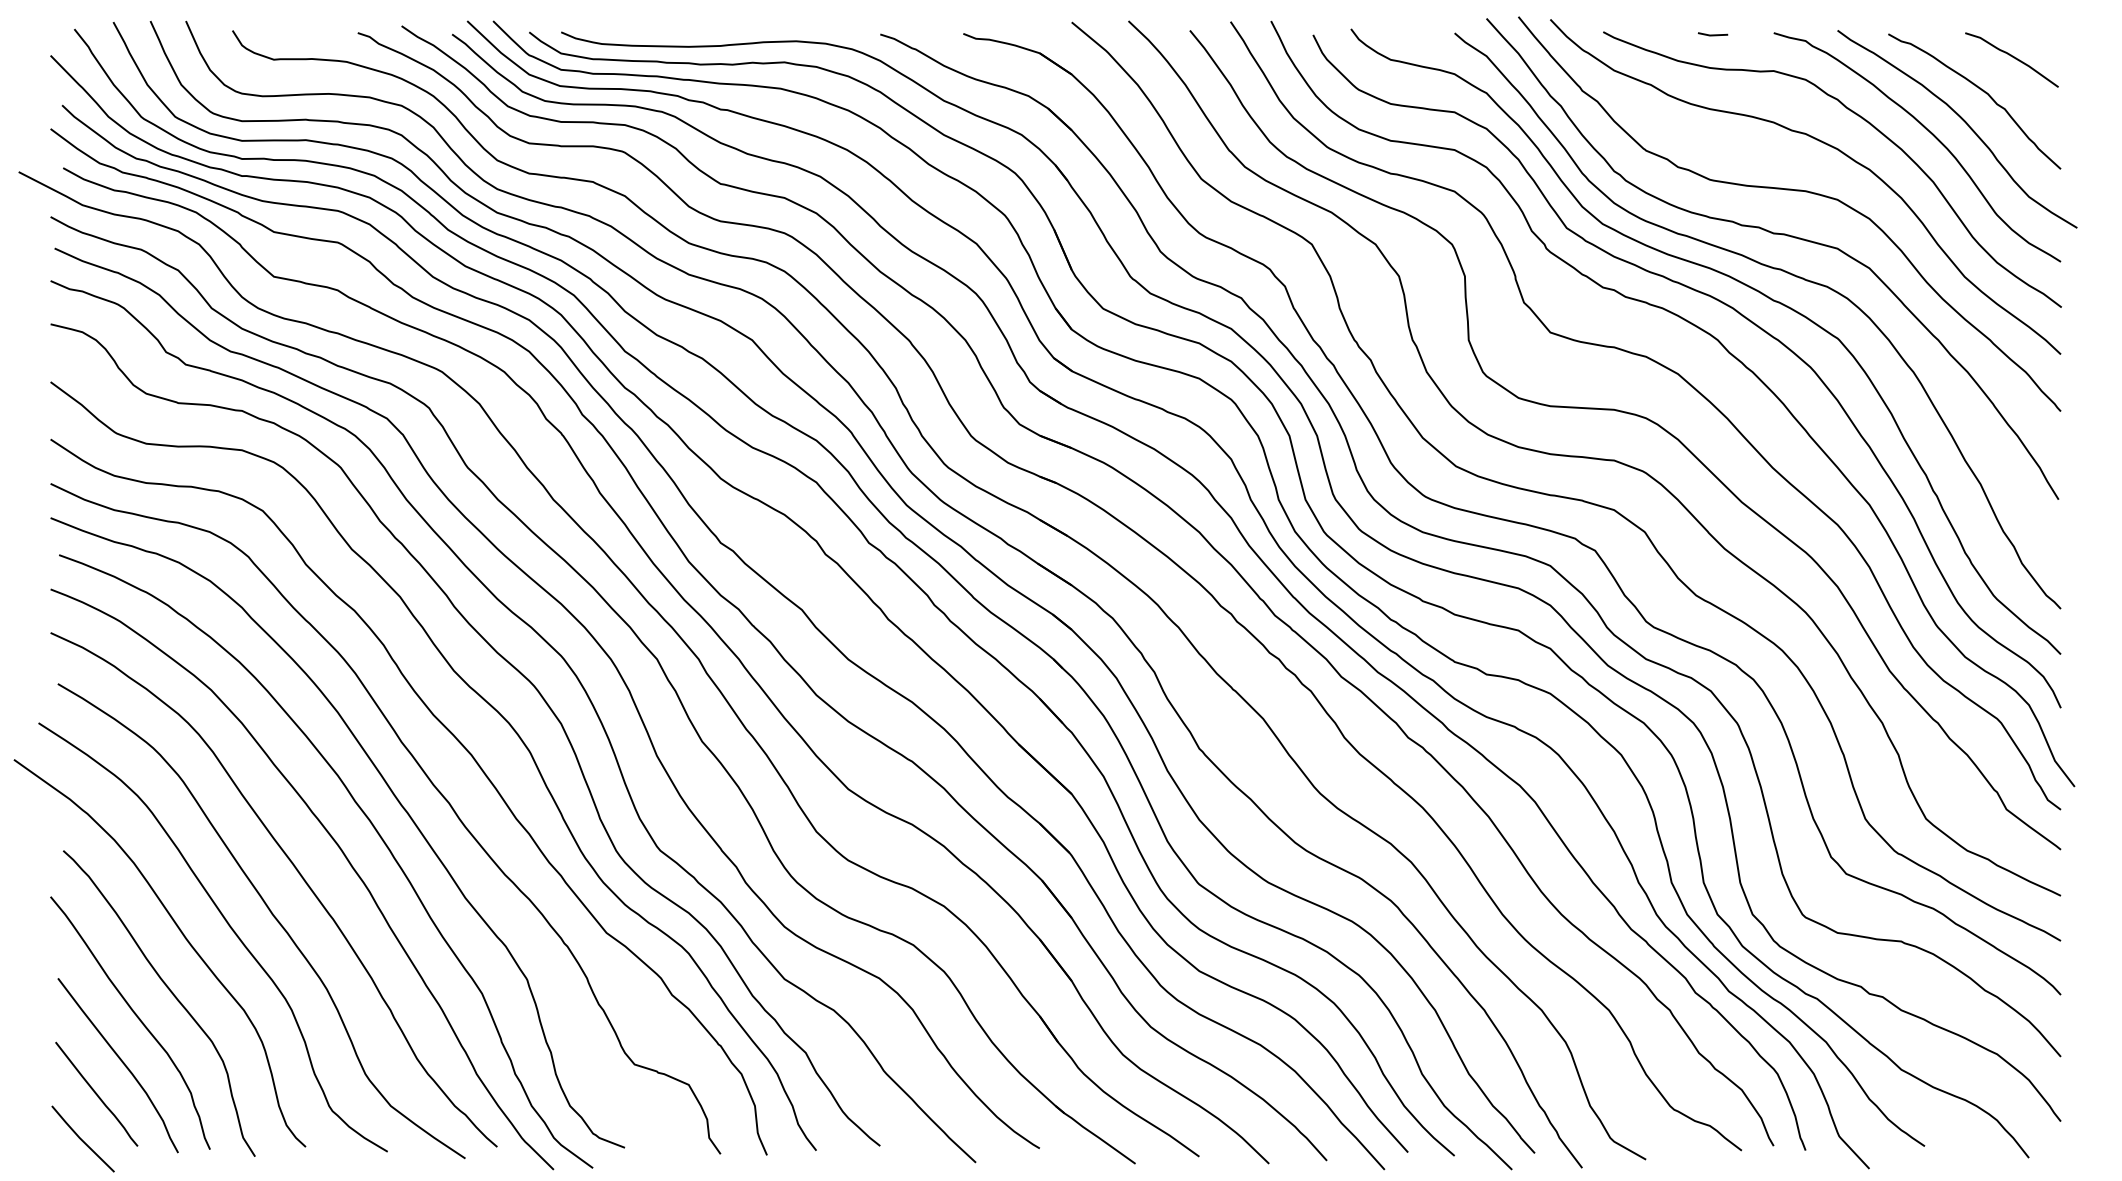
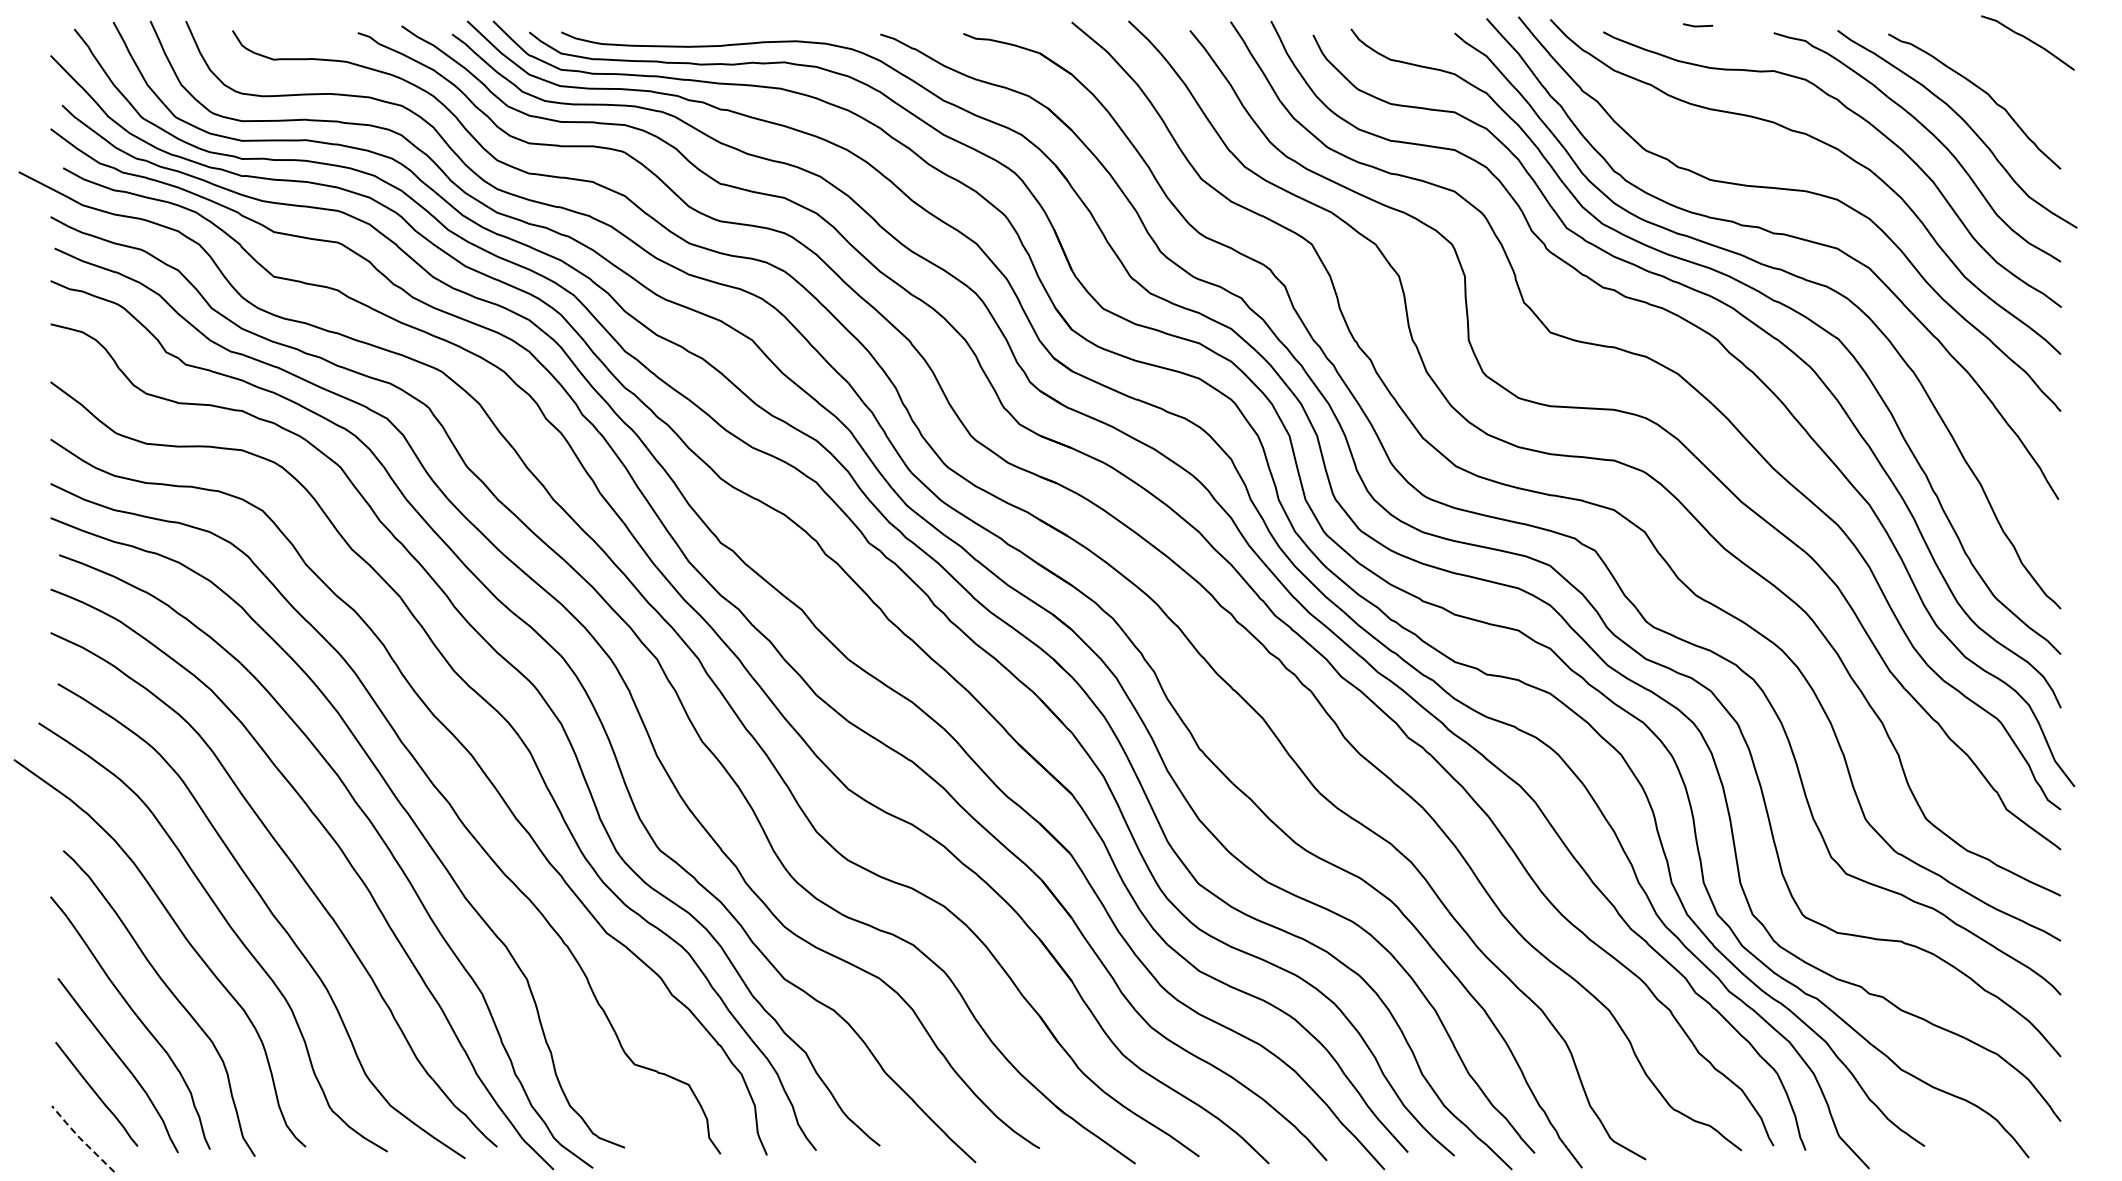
line at (1713, 34) position: (1713, 34) -> (1698, 25)
curve at (2012, 57) position: (2012, 57) -> (2028, 40)
line at (81, 1139): solid -> dashed
